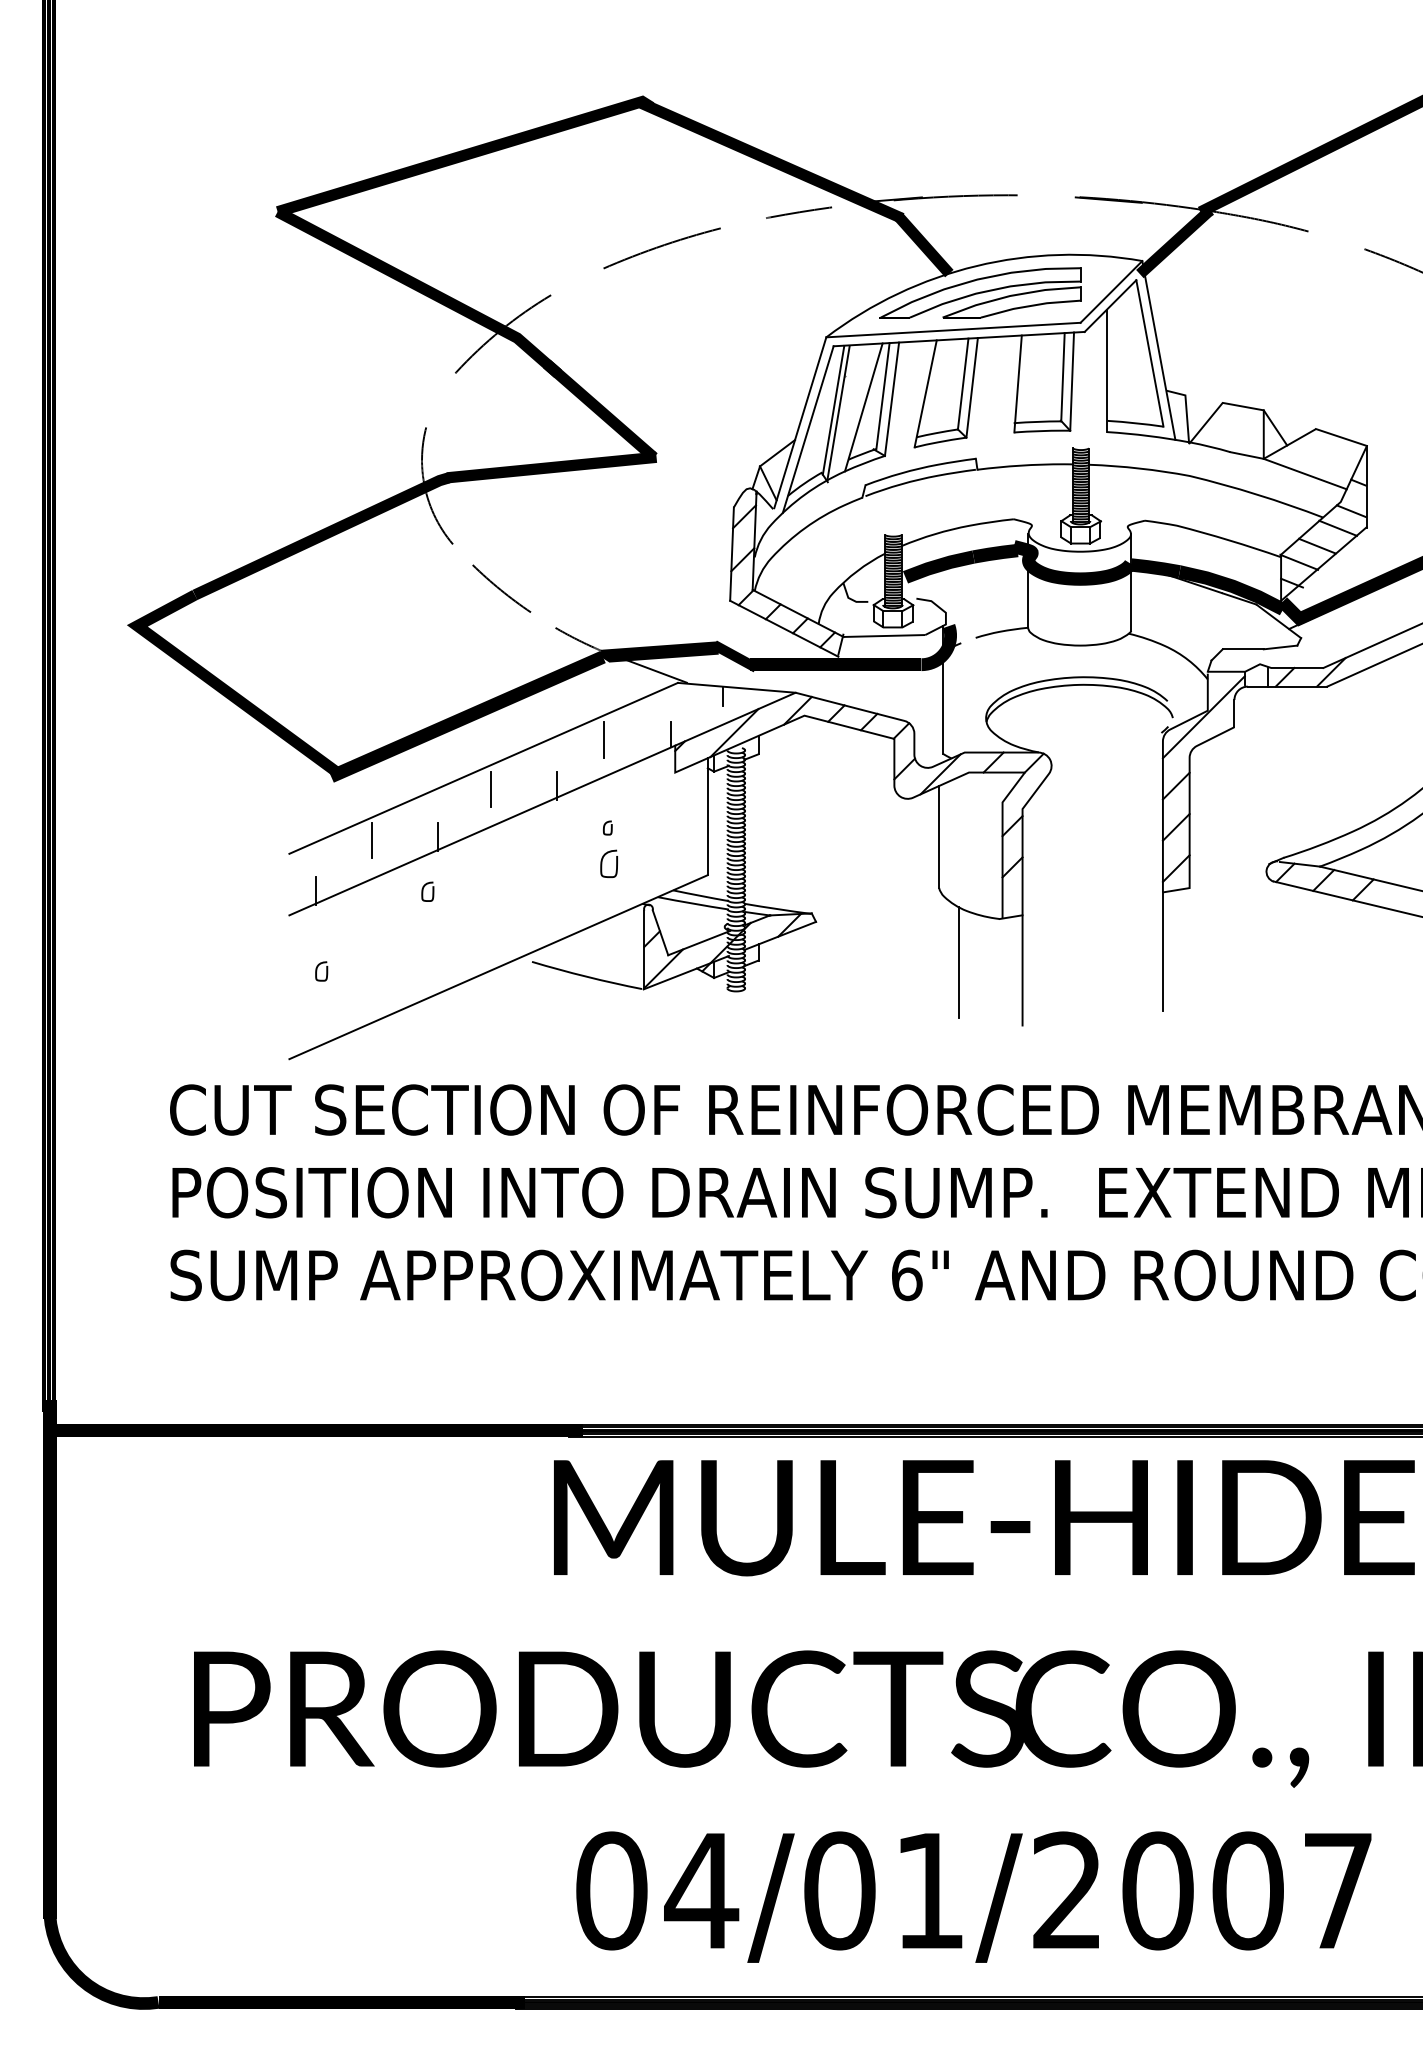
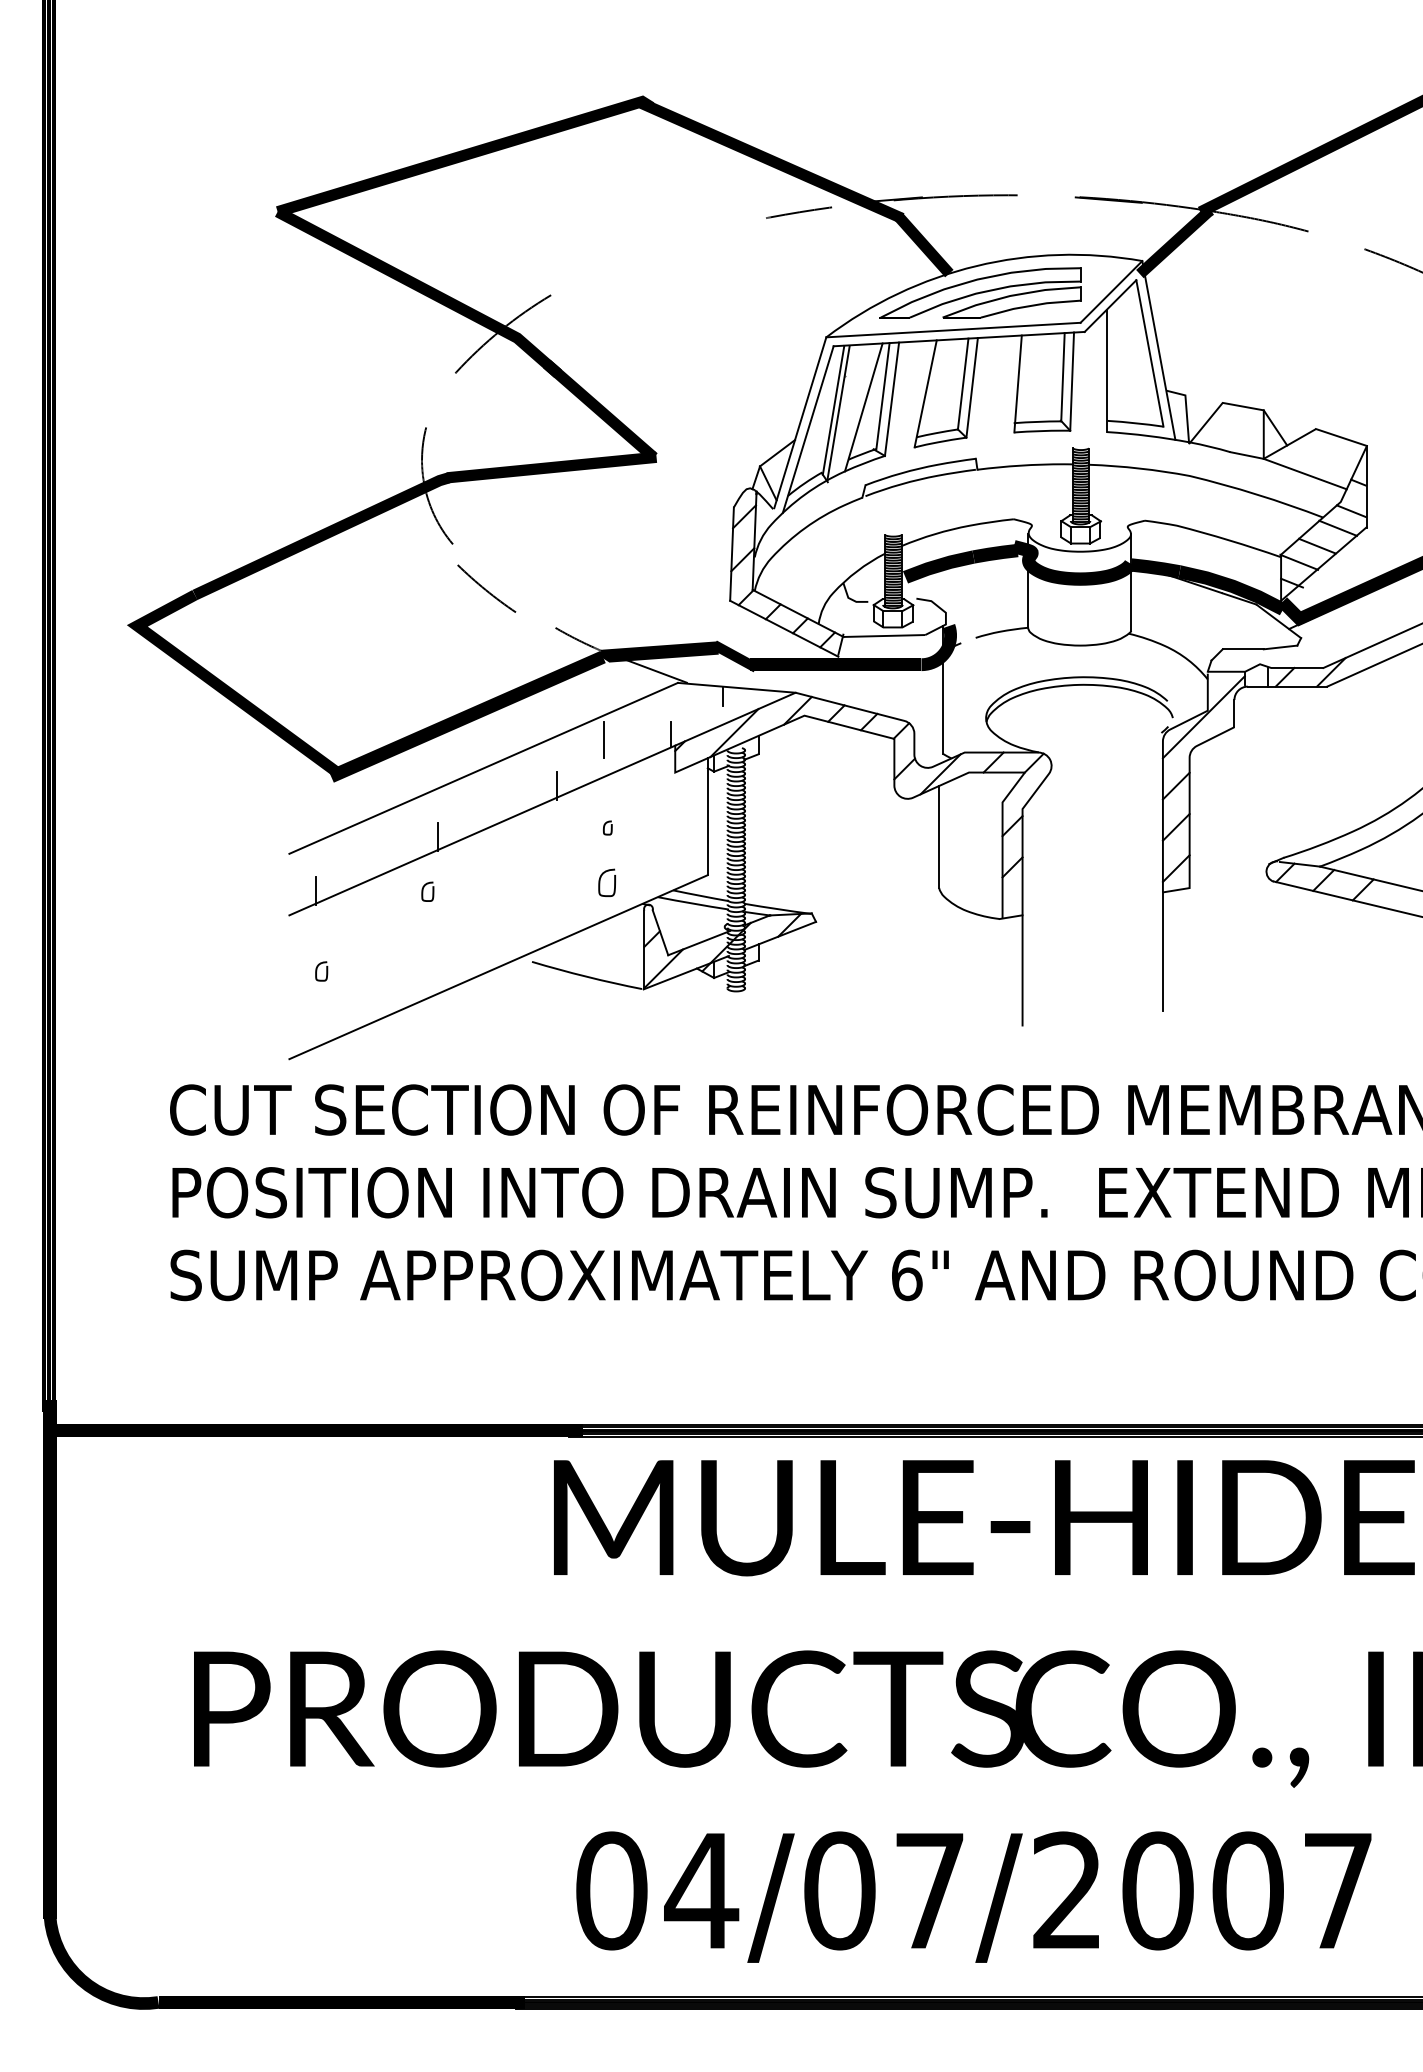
curve at (660, 247): present -> none
curve at (500, 588) position: (500, 588) -> (485, 588)
line at (490, 788): present -> none
line at (371, 839): present -> none
curve at (602, 863) position: (602, 863) -> (600, 882)
line at (958, 962): present -> none
text at (929, 1890): 04/01/2007 -> 04/07/2007
